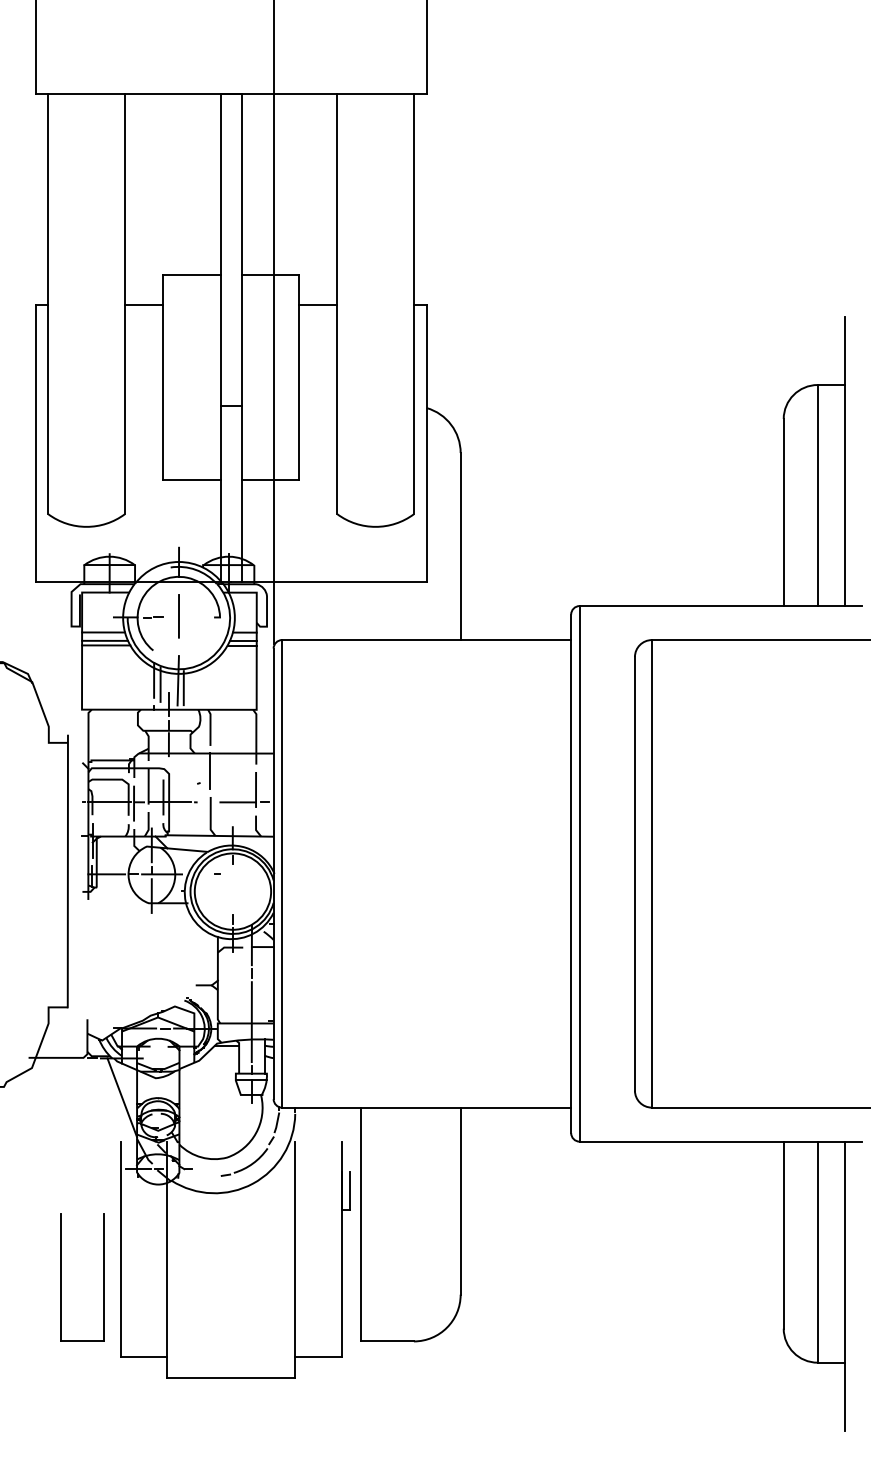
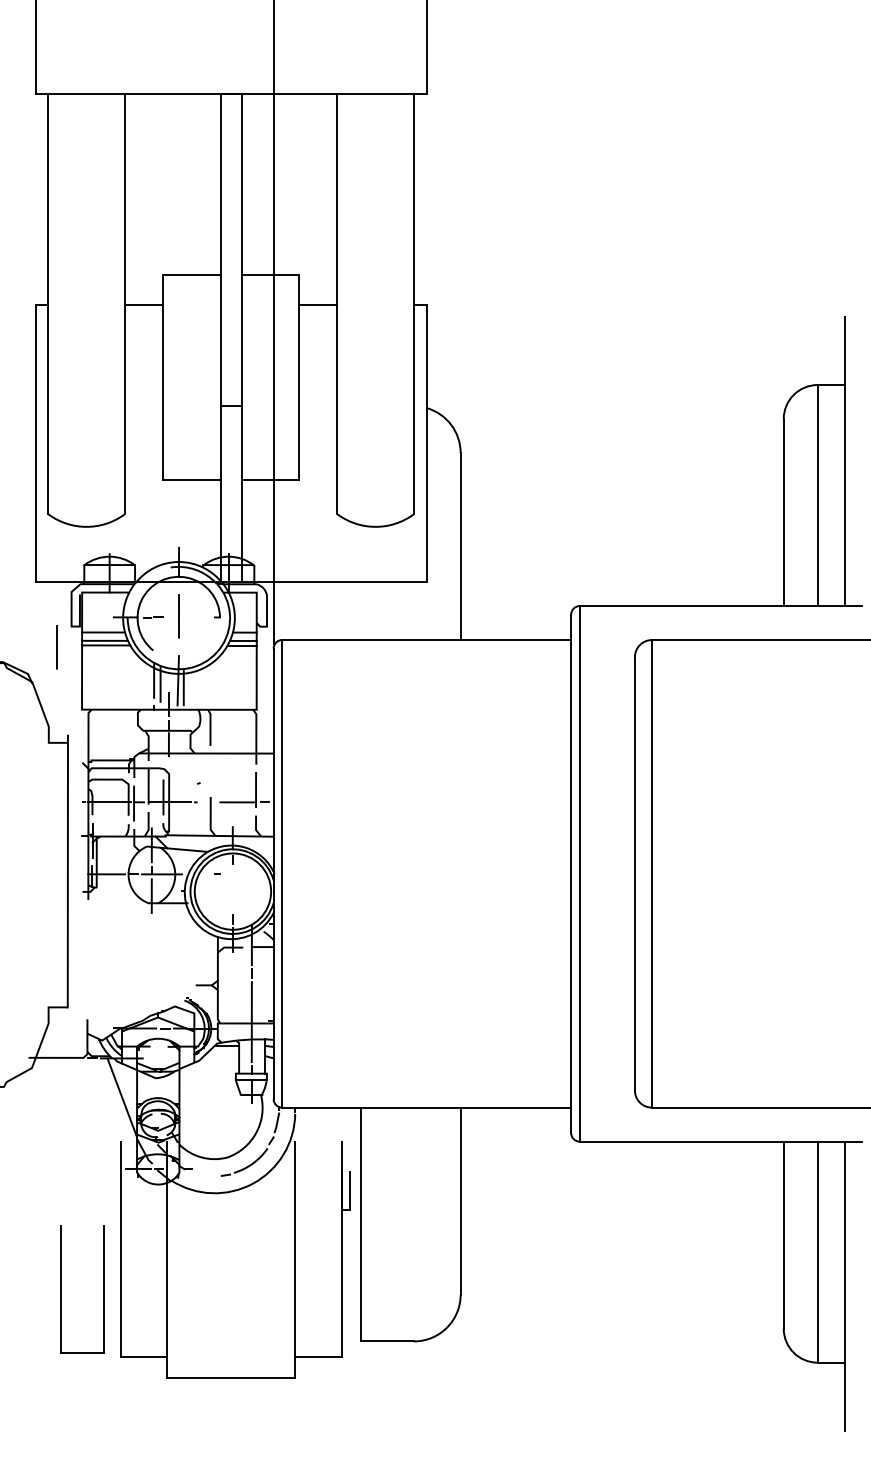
line at (56, 647): none -> present
line at (210, 770): present -> none
part at (61, 1277) position: (61, 1277) -> (61, 1289)
